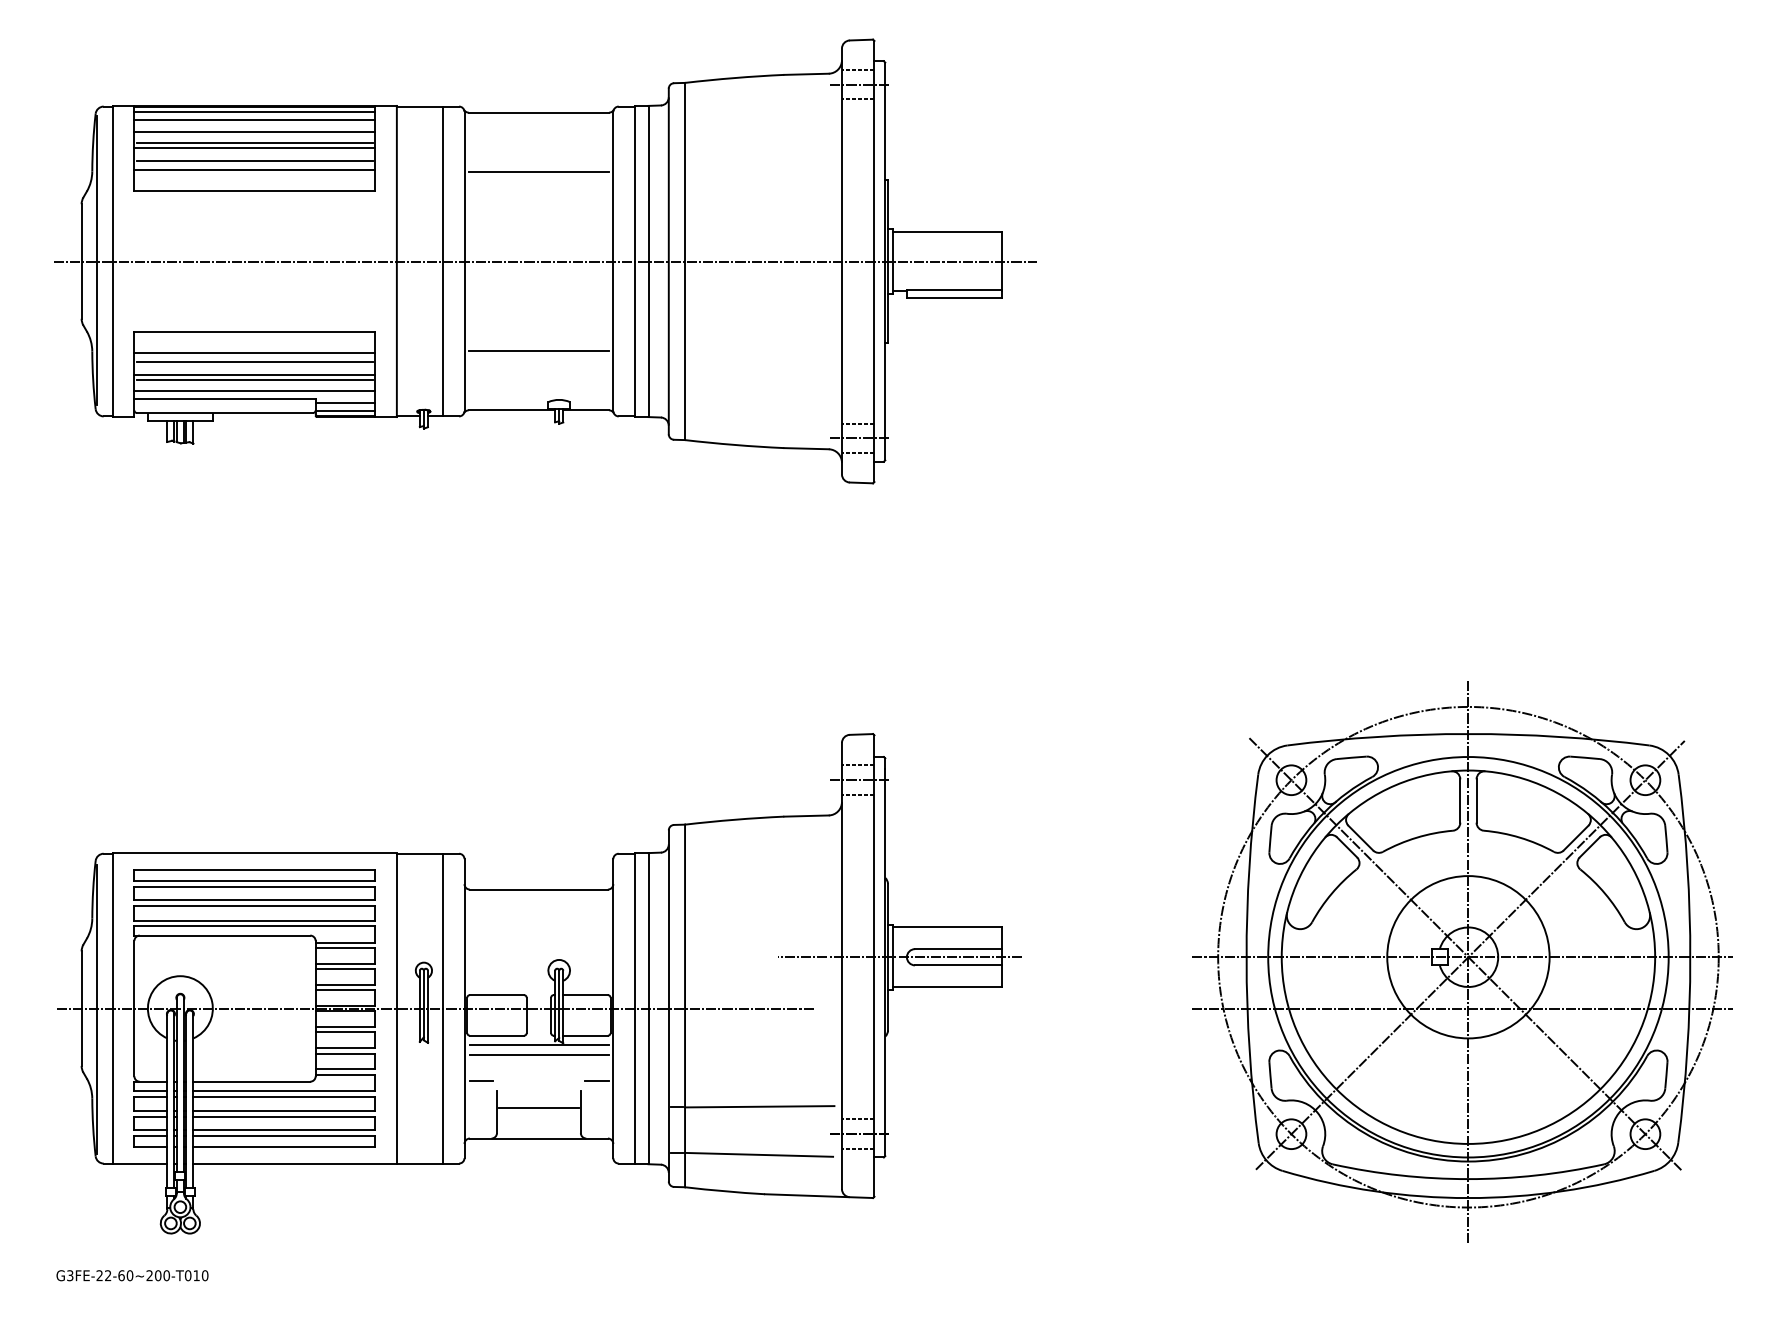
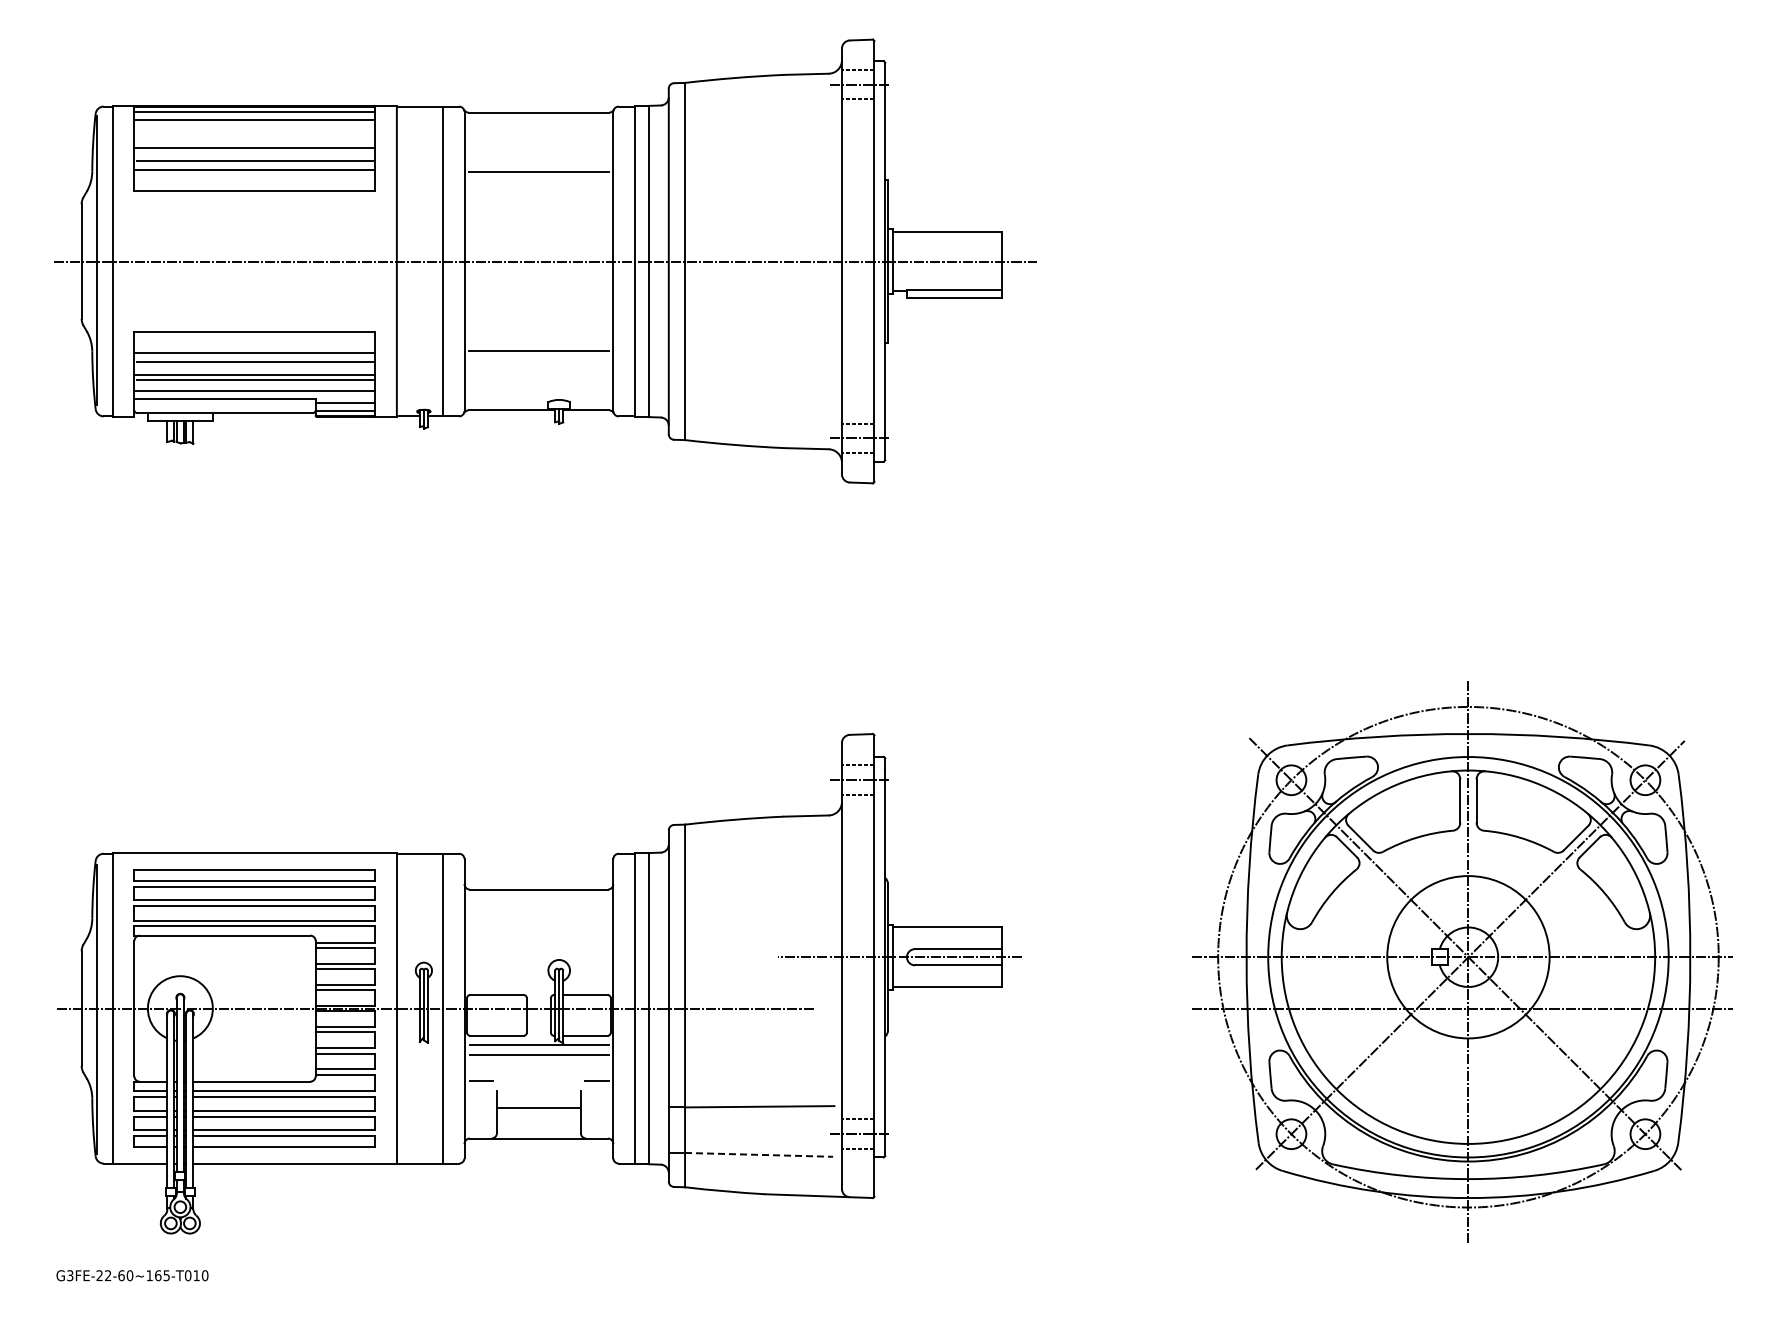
line at (254, 131): present -> none
line at (254, 142): present -> none
line at (759, 1154): solid -> dashed
text at (158, 1275): G3FE-22-60~200-T010 -> G3FE-22-60~165-T010
